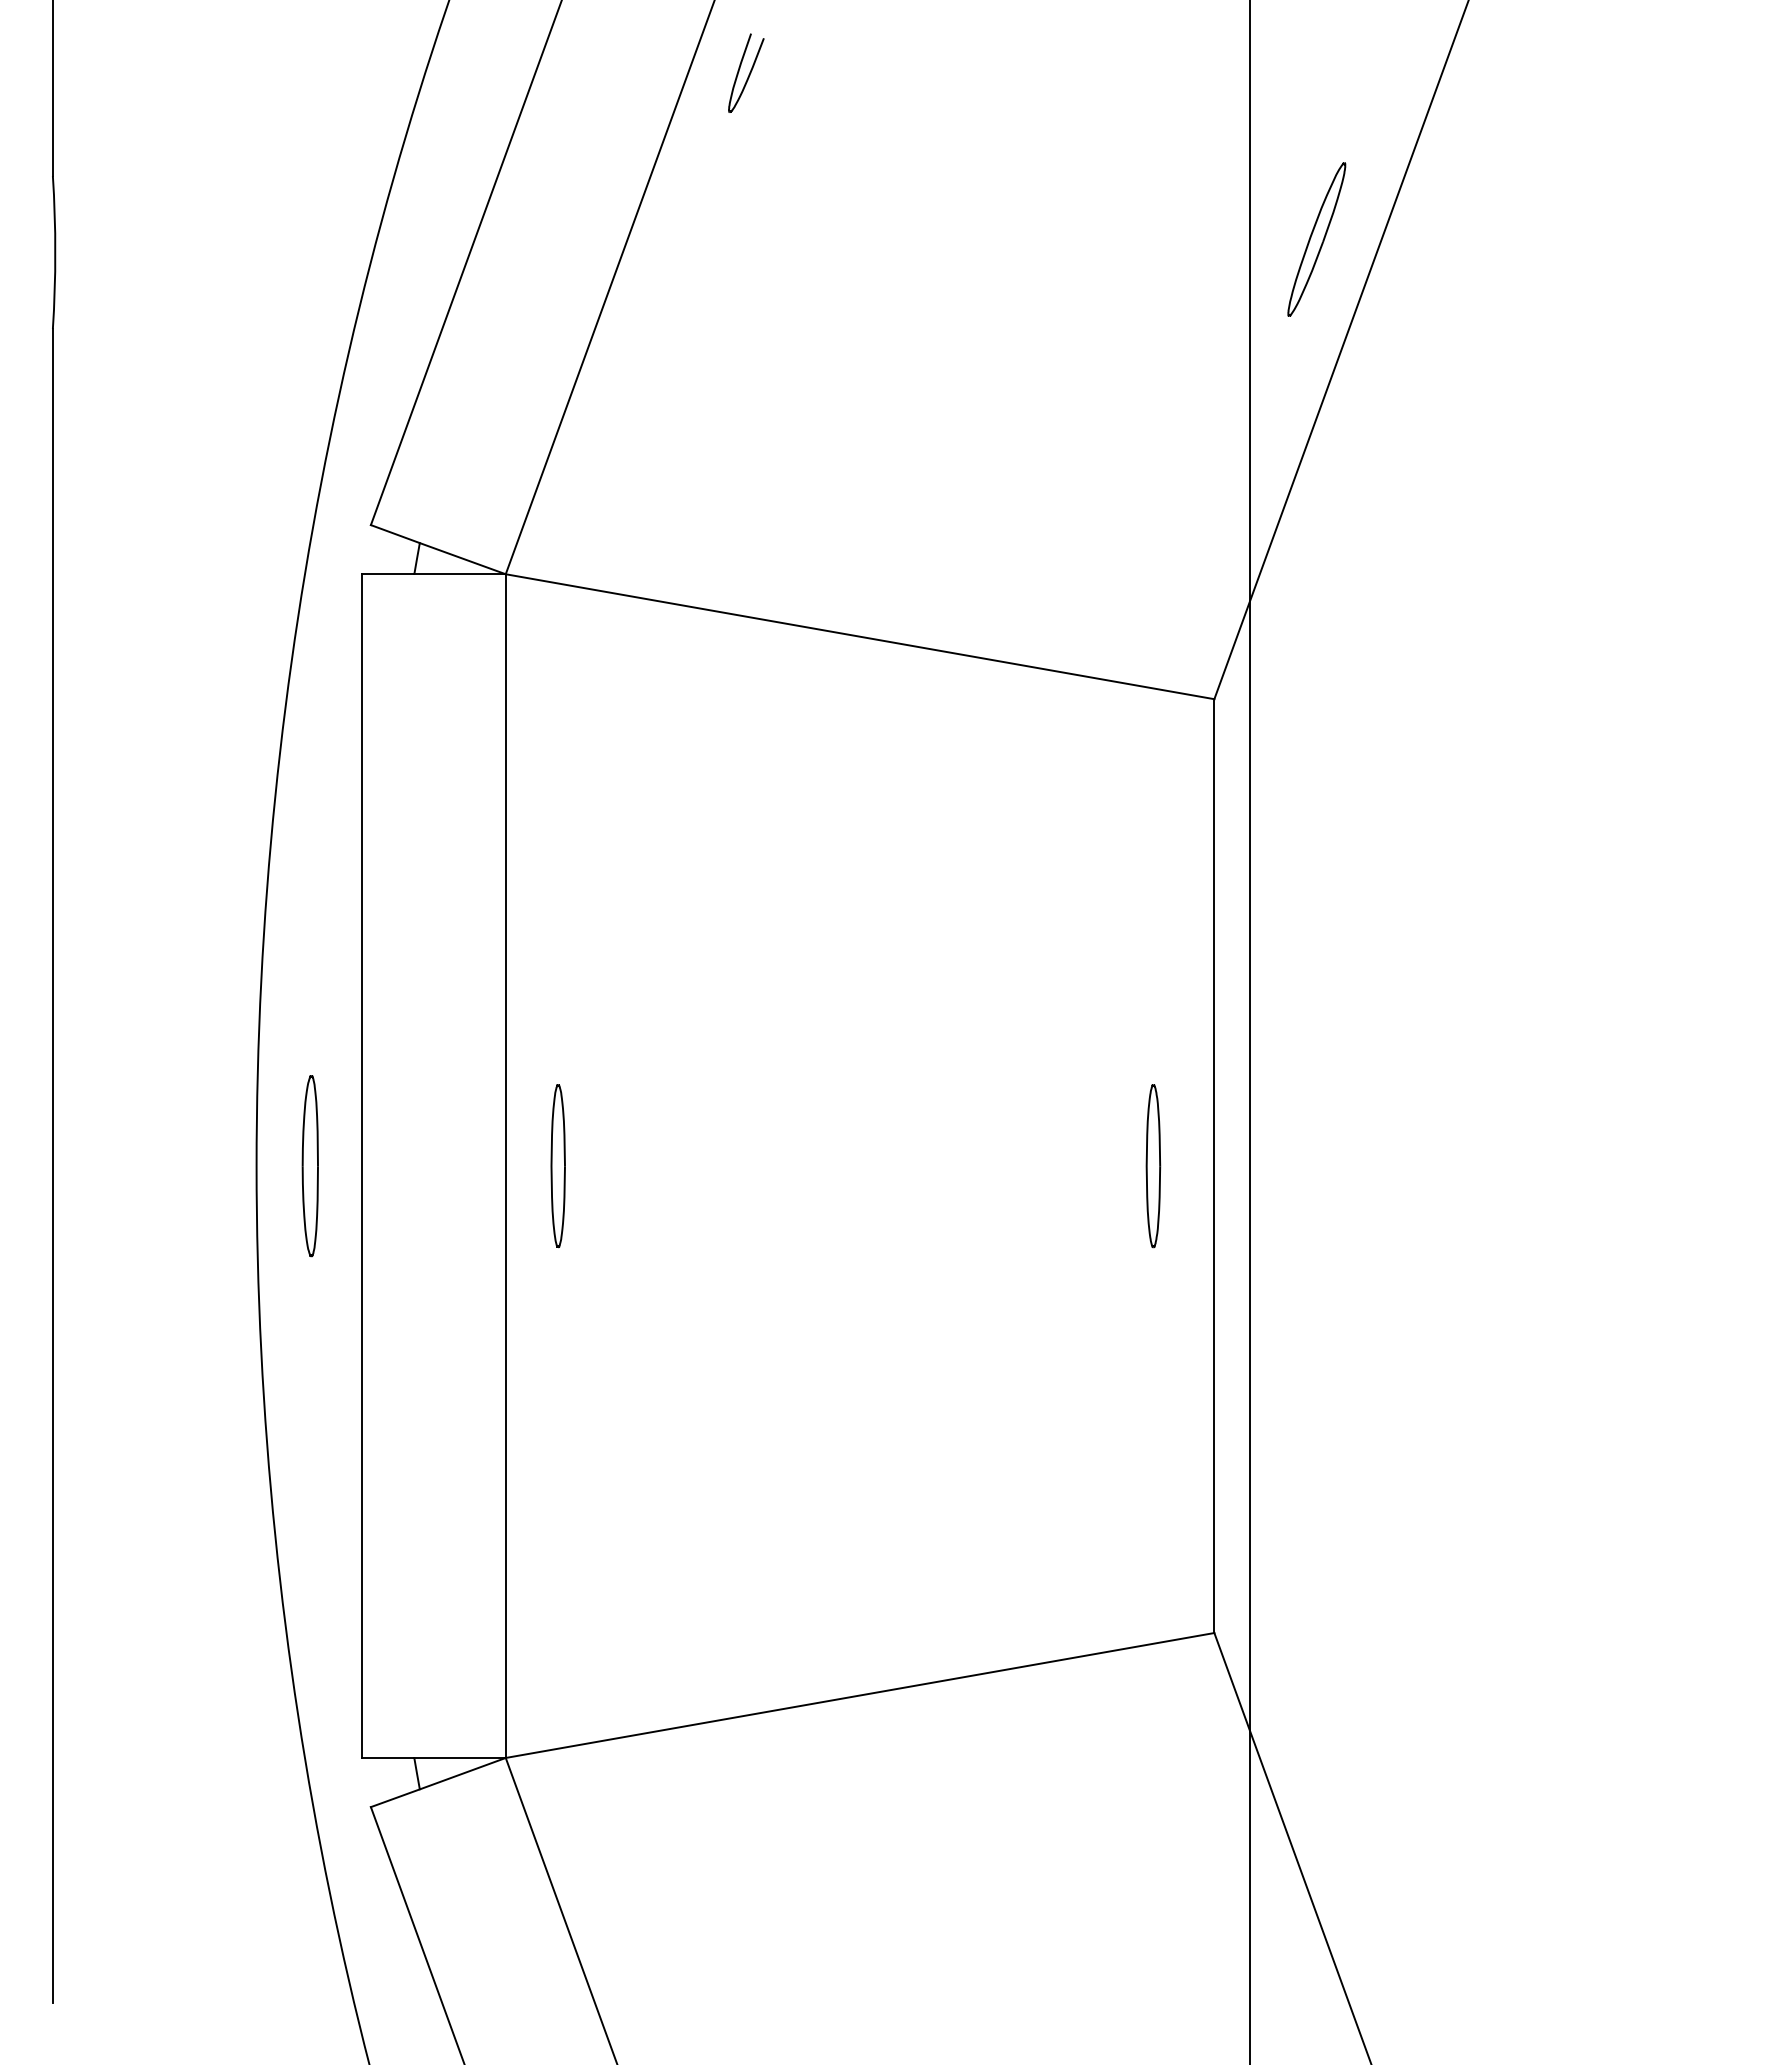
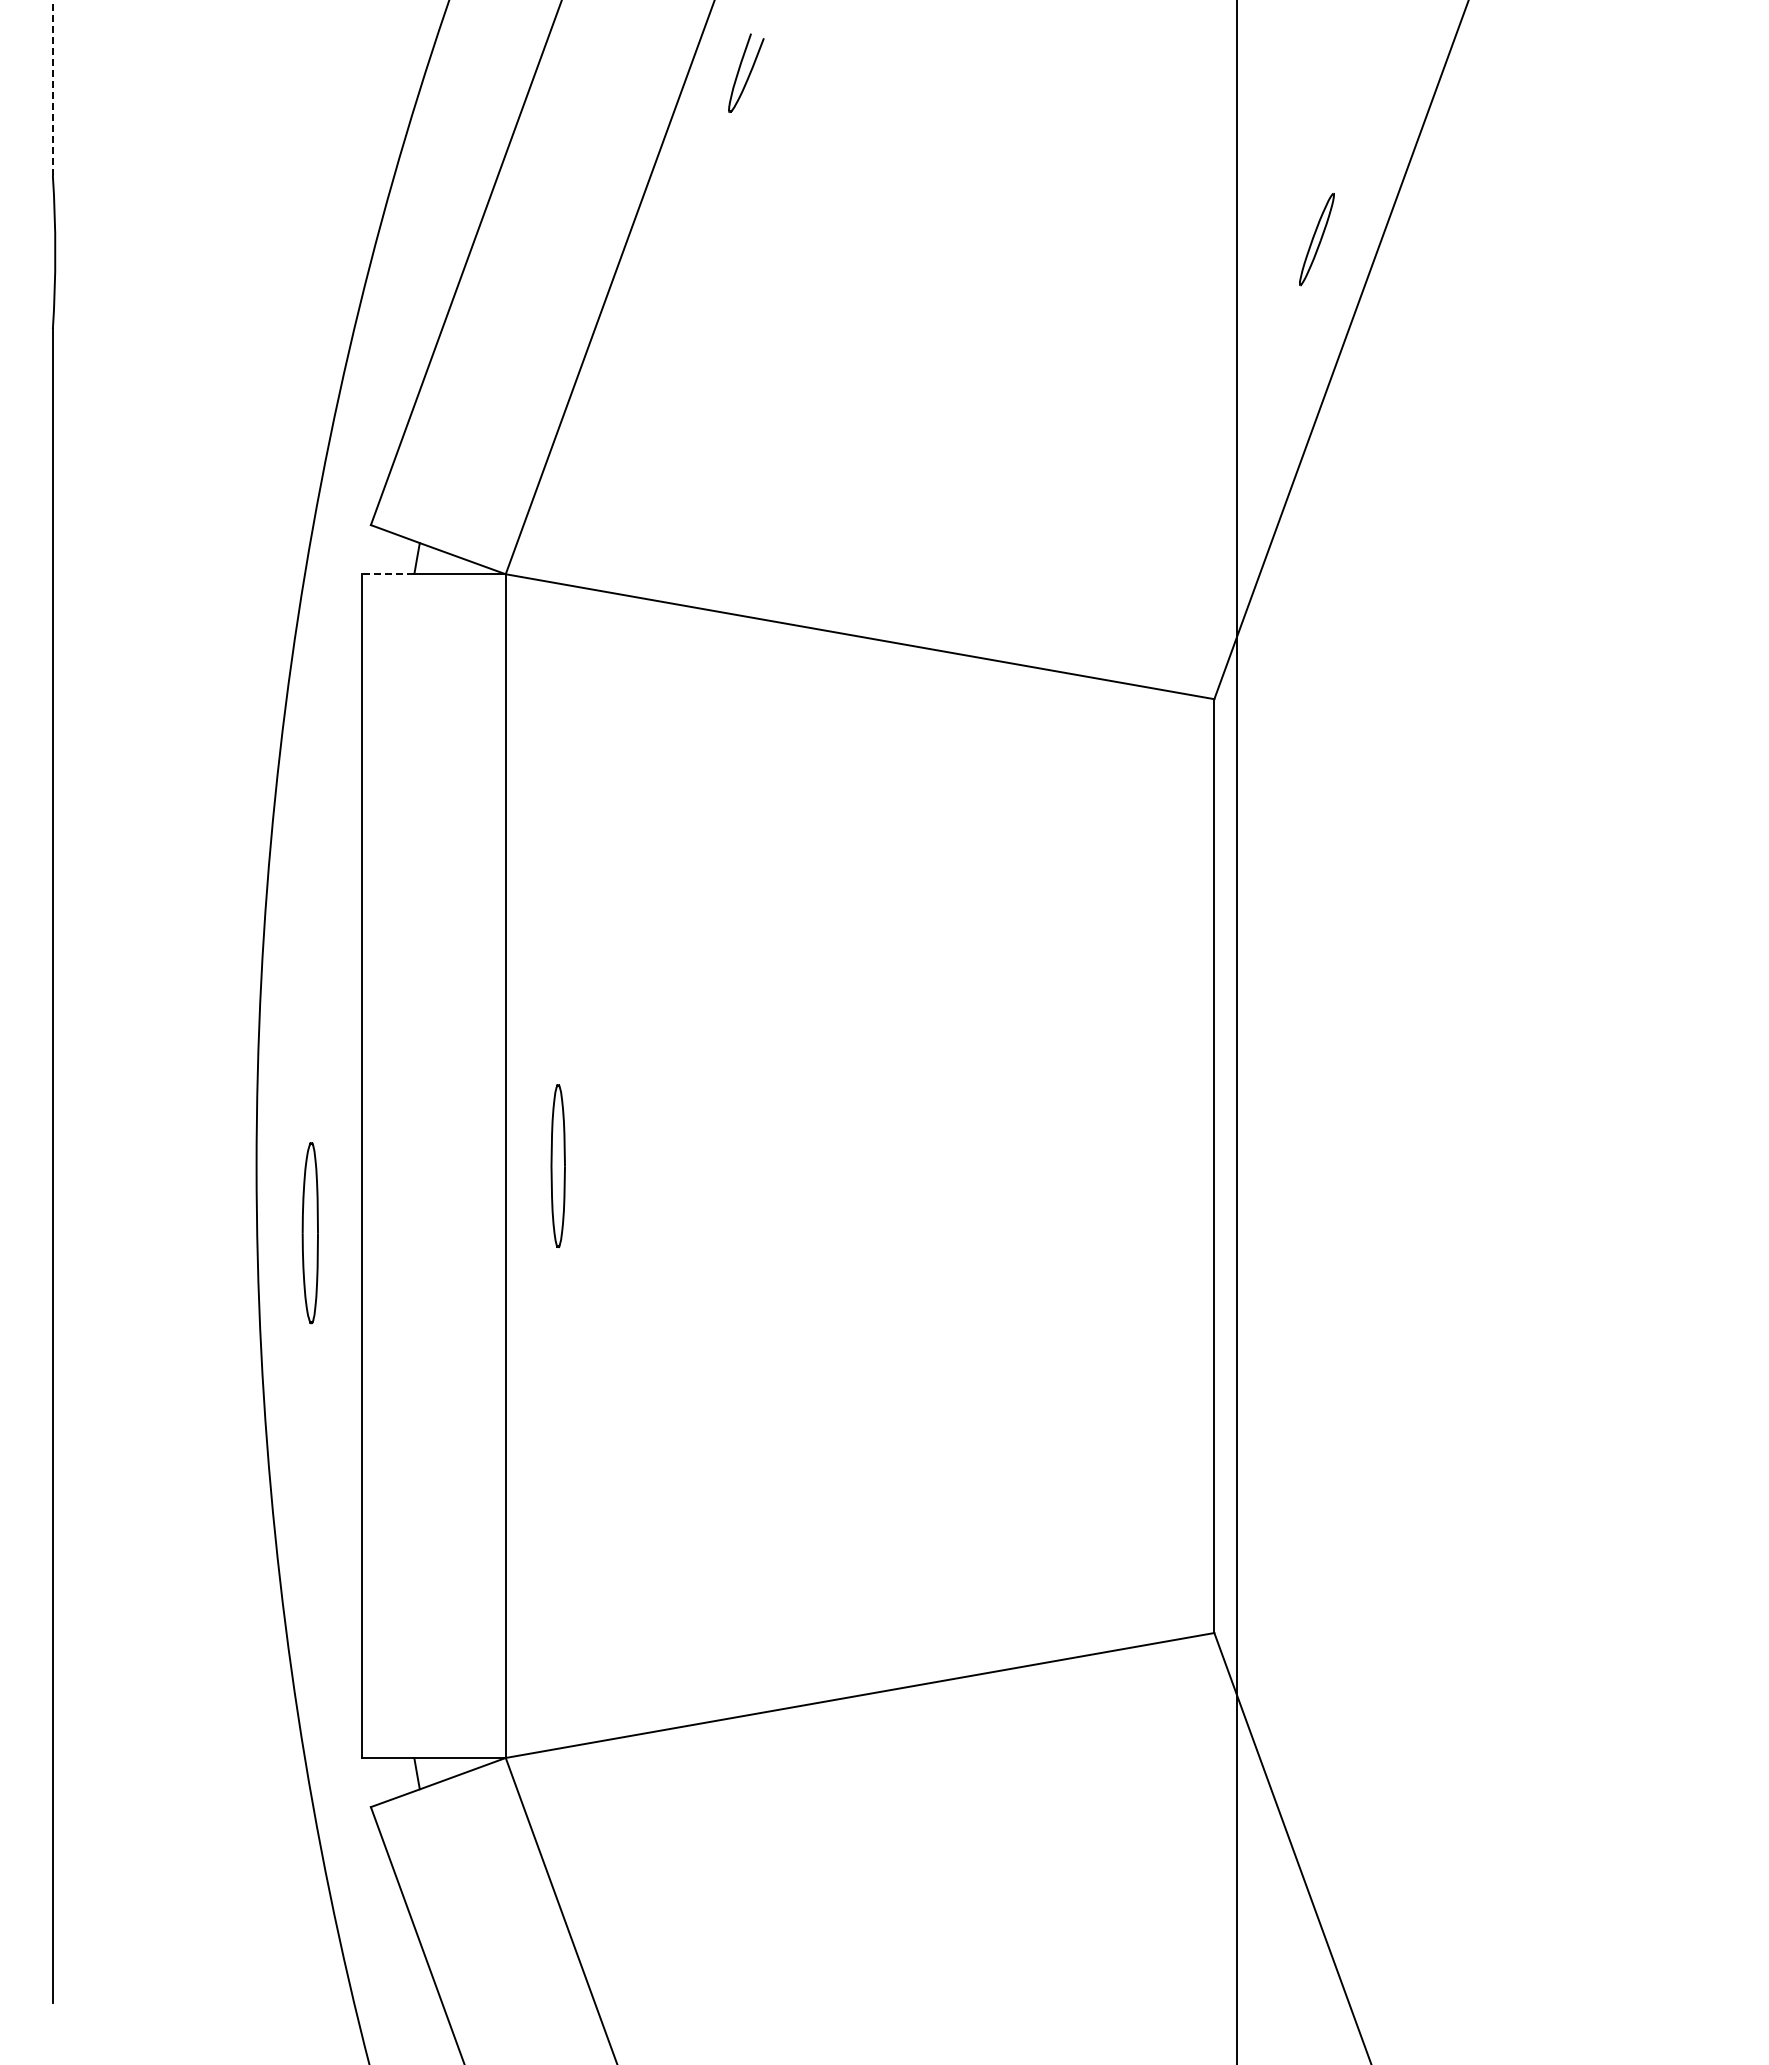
line at (52, 88): solid -> dashed
part at (1316, 239) size: 60x155 px -> 36x94 px
line at (387, 574): solid -> dashed
line at (1250, 1031) position: (1250, 1031) -> (1237, 1031)
part at (309, 1166) position: (309, 1166) -> (309, 1233)
part at (1153, 1166): present -> none
